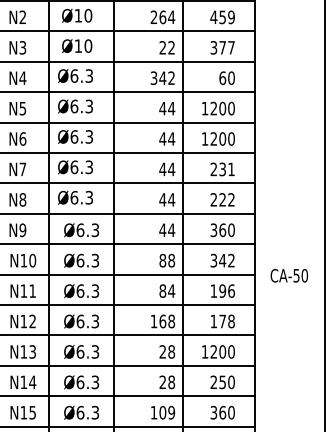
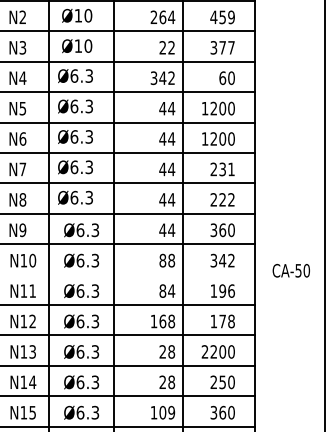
line at (128, 274): present -> none
text at (288, 275) position: (288, 275) -> (290, 270)
text at (204, 351): 1200 -> 2200
